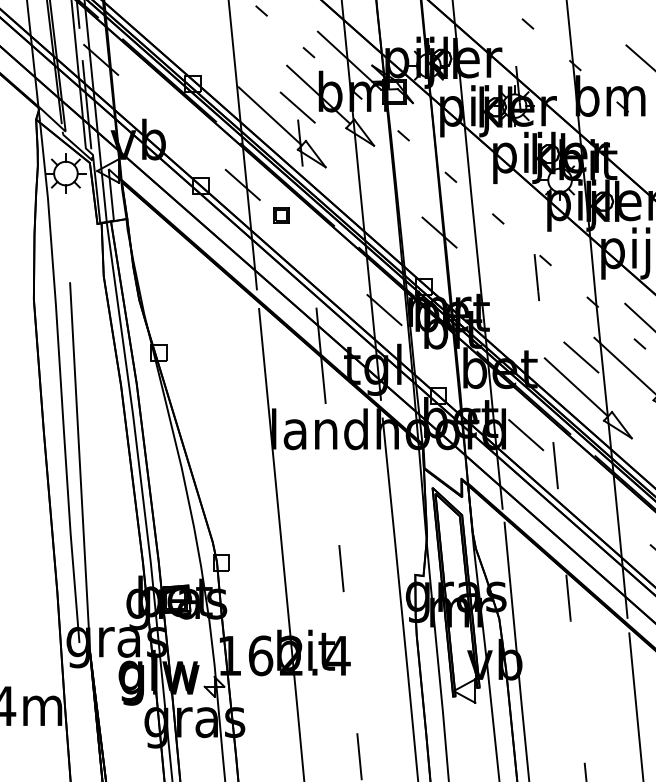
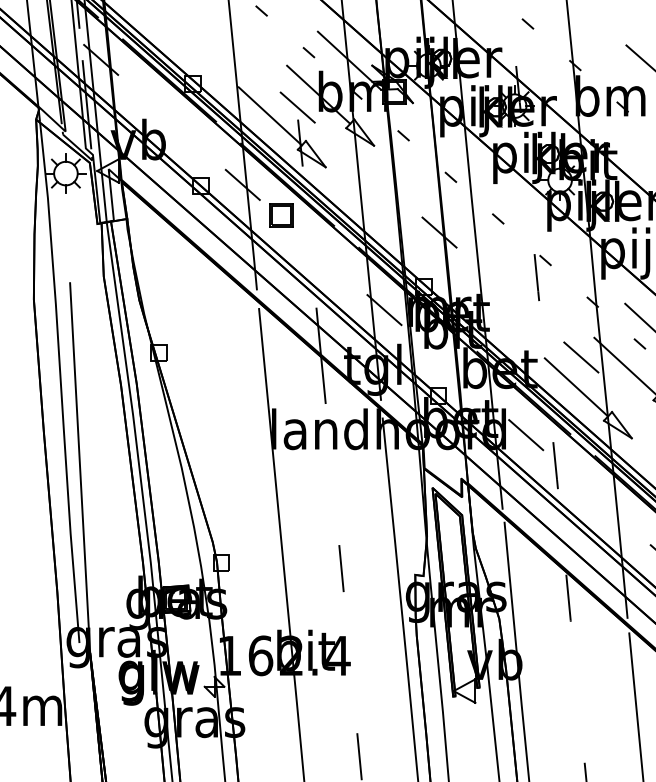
part at (281, 215) size: 17x17 px -> 25x25 px
